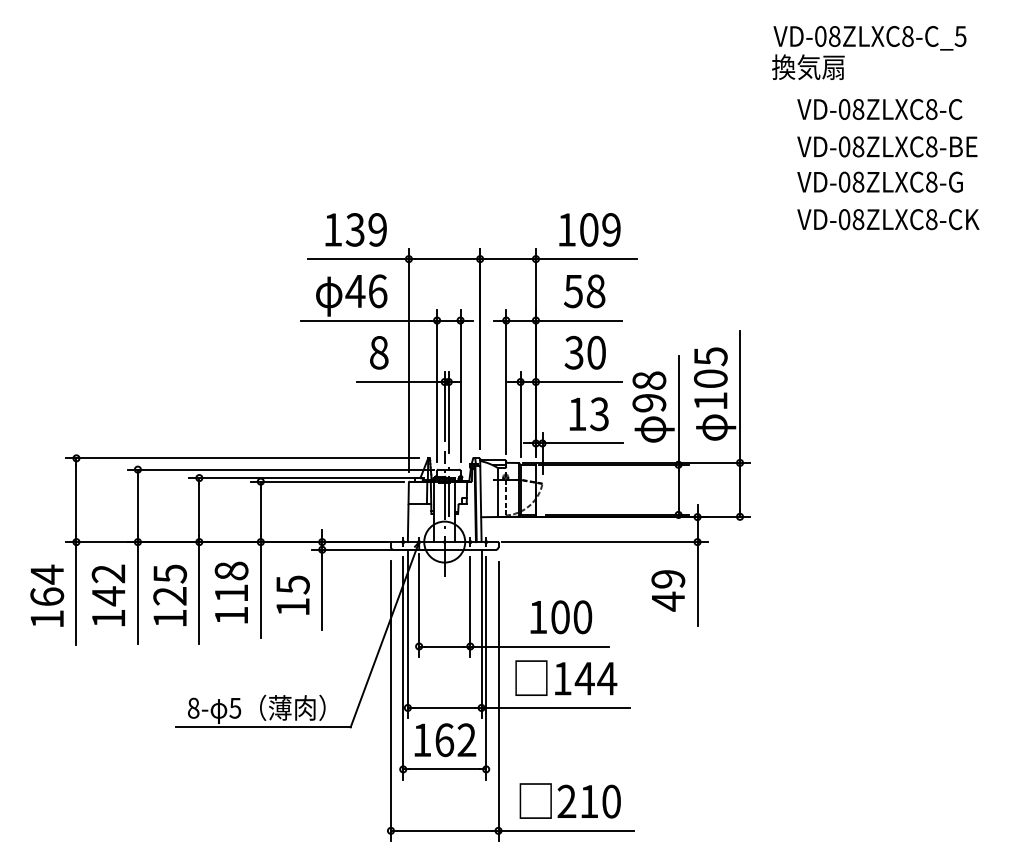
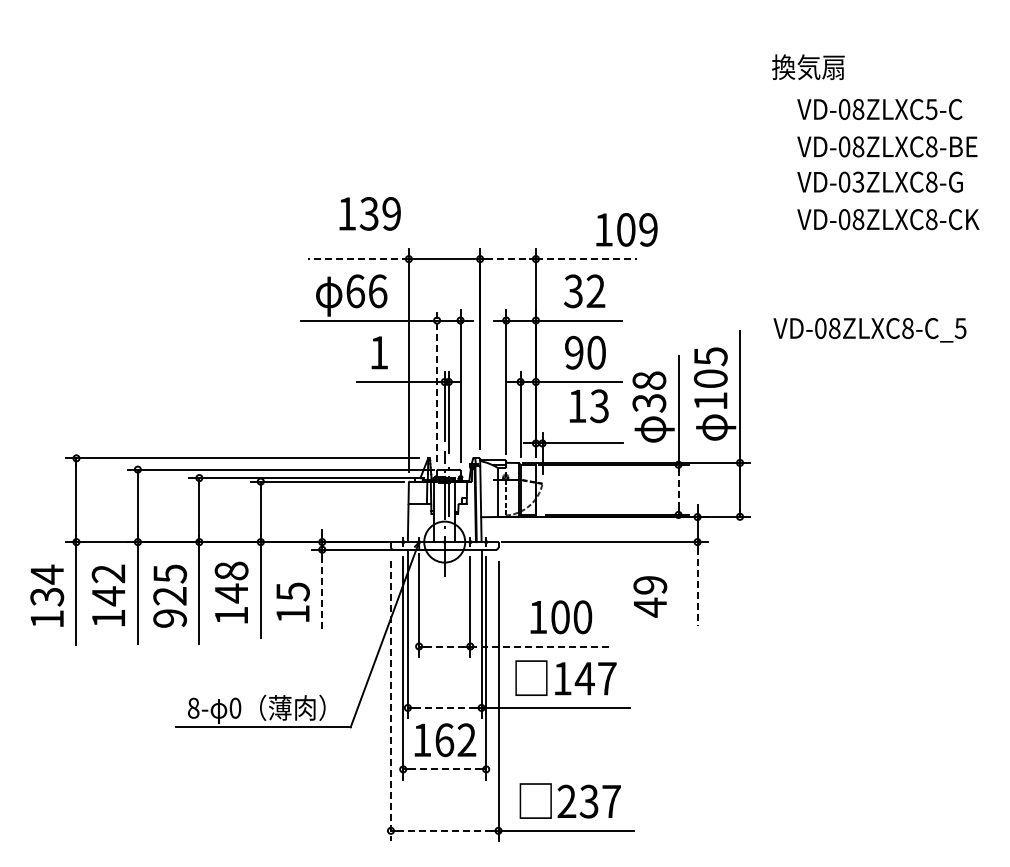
text at (869, 38) position: (869, 38) -> (869, 330)
text at (931, 109): VD-08ZLXC8-C -> VD-08ZLXC5-C
text at (858, 181): VD-08ZLXC8-G -> VD-03ZLXC8-G
text at (355, 229) position: (355, 229) -> (369, 213)
text at (589, 229) position: (589, 229) -> (626, 229)
line at (358, 259): solid -> dashed
line at (508, 259): solid -> dashed
line at (586, 259): solid -> dashed
text at (355, 291): 46 -> 66
text at (584, 291): 58 -> 32
text at (379, 352): 8 -> 1
text at (573, 352): 30 -> 90
line at (437, 386): solid -> dashed
text at (649, 403): 98 -> 38
text at (588, 414) position: (588, 414) -> (588, 406)
line at (678, 489): solid -> dashed
line at (697, 587): solid -> dashed
text at (668, 590) position: (668, 590) -> (650, 596)
line at (322, 592): solid -> dashed
text at (231, 593): 118 -> 148
text at (292, 594) position: (292, 594) -> (292, 601)
text at (47, 596): 164 -> 134
text at (170, 618): 125 -> 925
line at (445, 646): solid -> dashed
line at (539, 646): solid -> dashed
text at (607, 678): 144 -> 147
line at (390, 701): solid -> dashed
text at (235, 707): 5 -> 0
line at (444, 707): solid -> dashed
line at (445, 769): solid -> dashed
text at (599, 801): 210 -> 237
line at (444, 830): solid -> dashed
